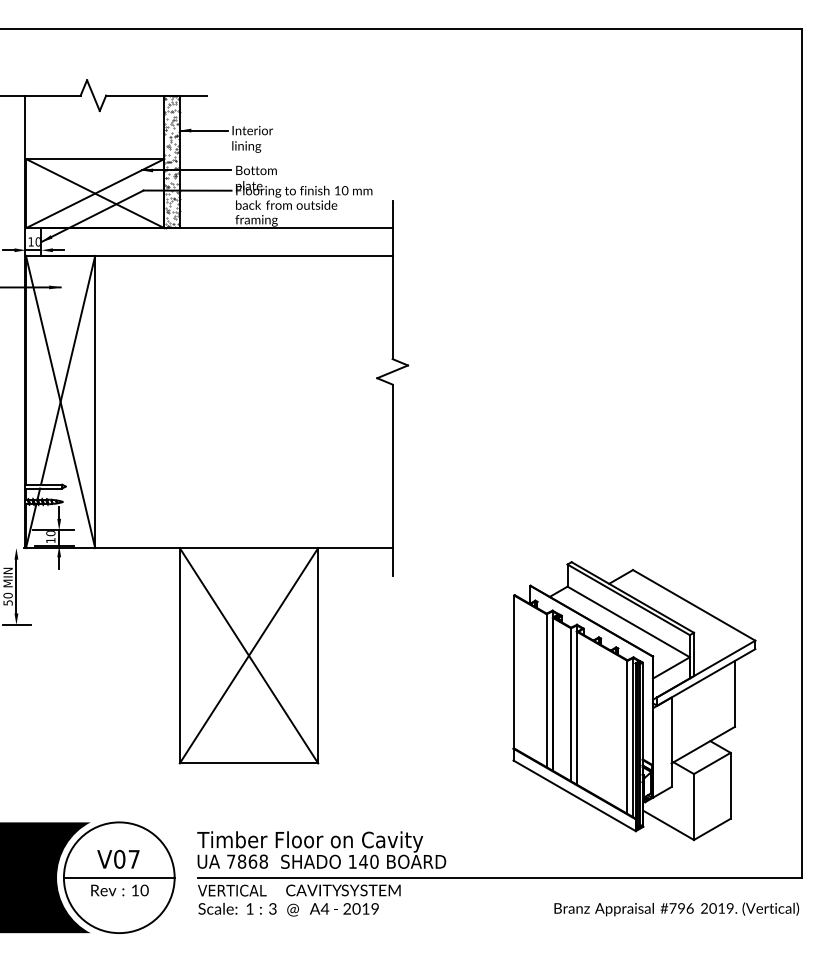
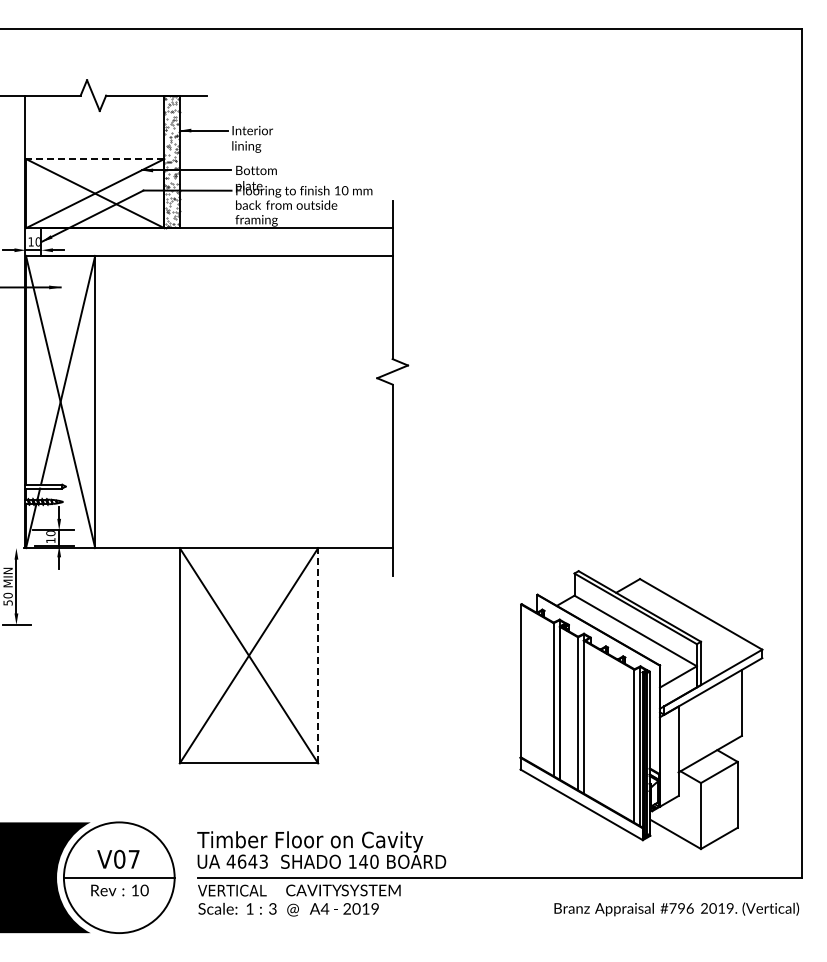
line at (94, 159): solid -> dashed
line at (318, 655): solid -> dashed
part at (634, 700) position: (634, 700) -> (641, 709)
text at (246, 861): 7868 -> 4643
